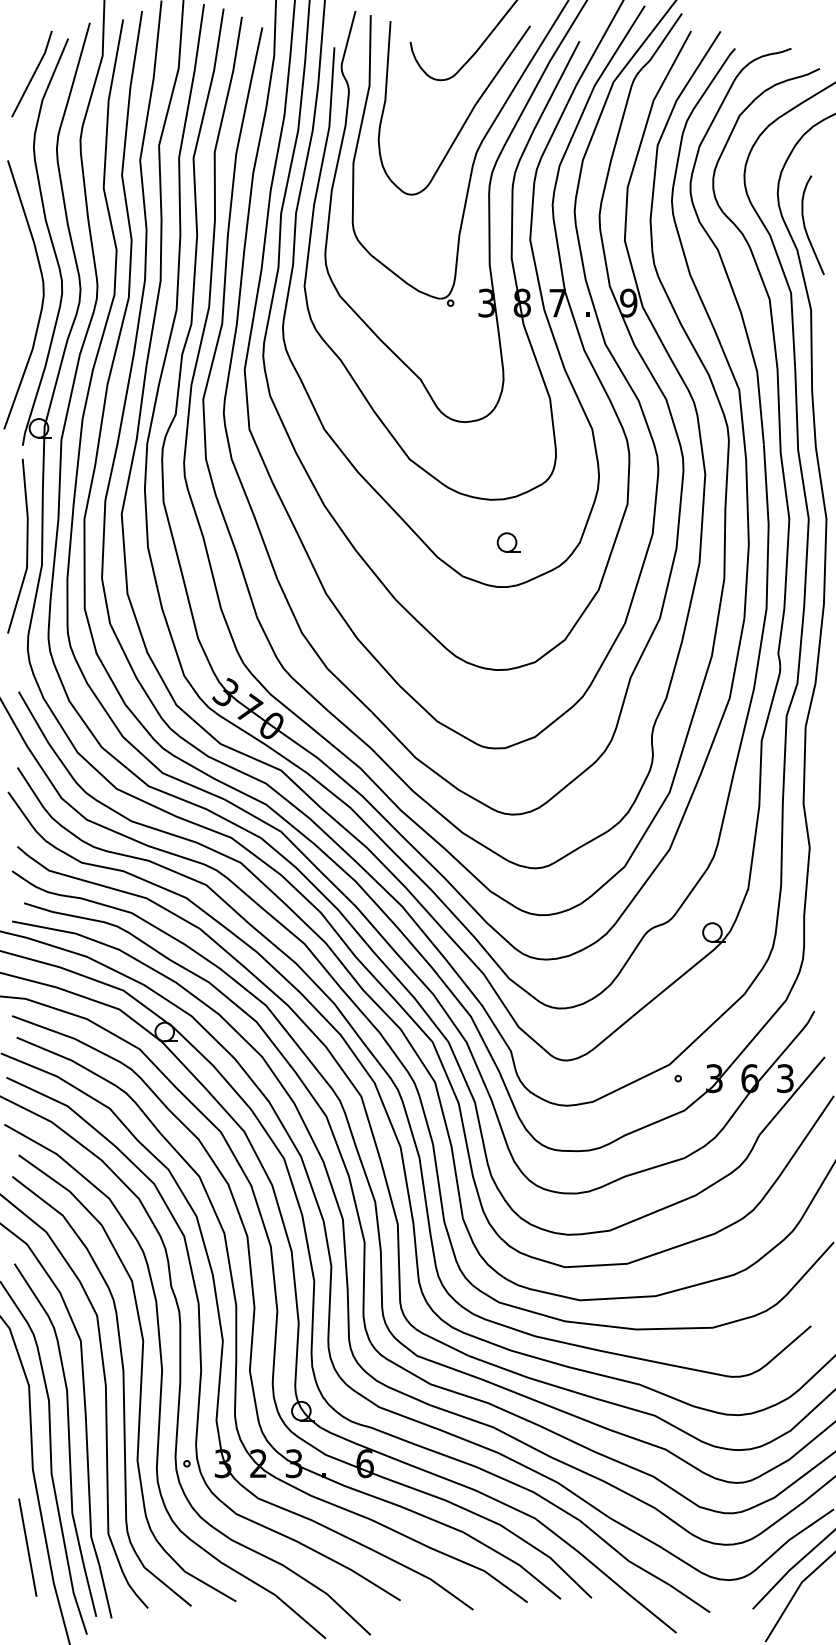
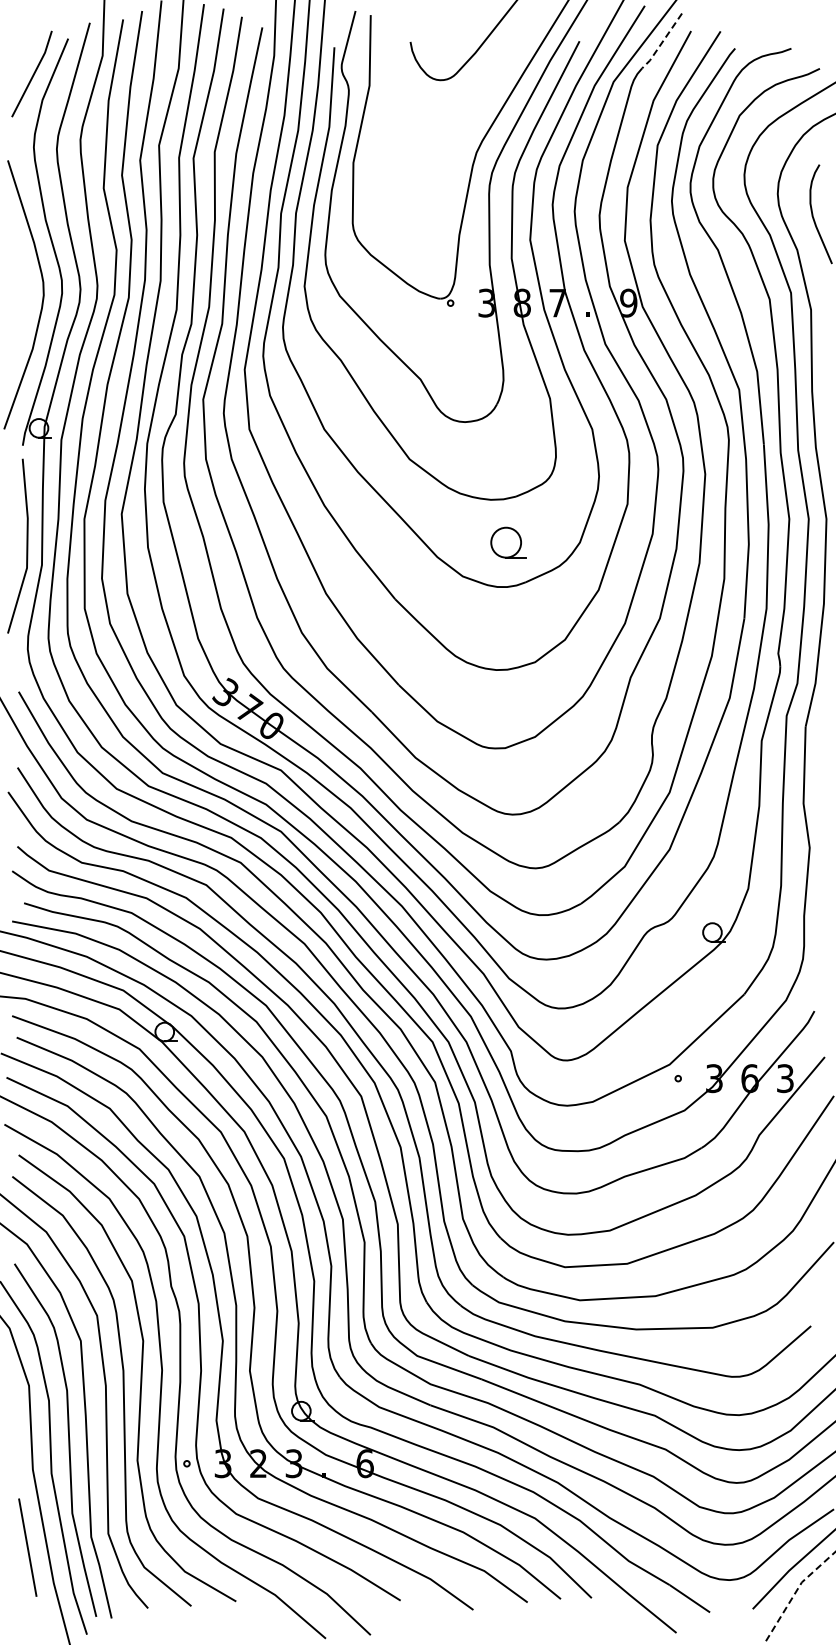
line at (662, 42): solid -> dashed
part at (467, 116): present -> none
curve at (805, 225) position: (805, 225) -> (813, 214)
part at (508, 542) size: 25x21 px -> 37x33 px
line at (795, 1592): solid -> dashed
